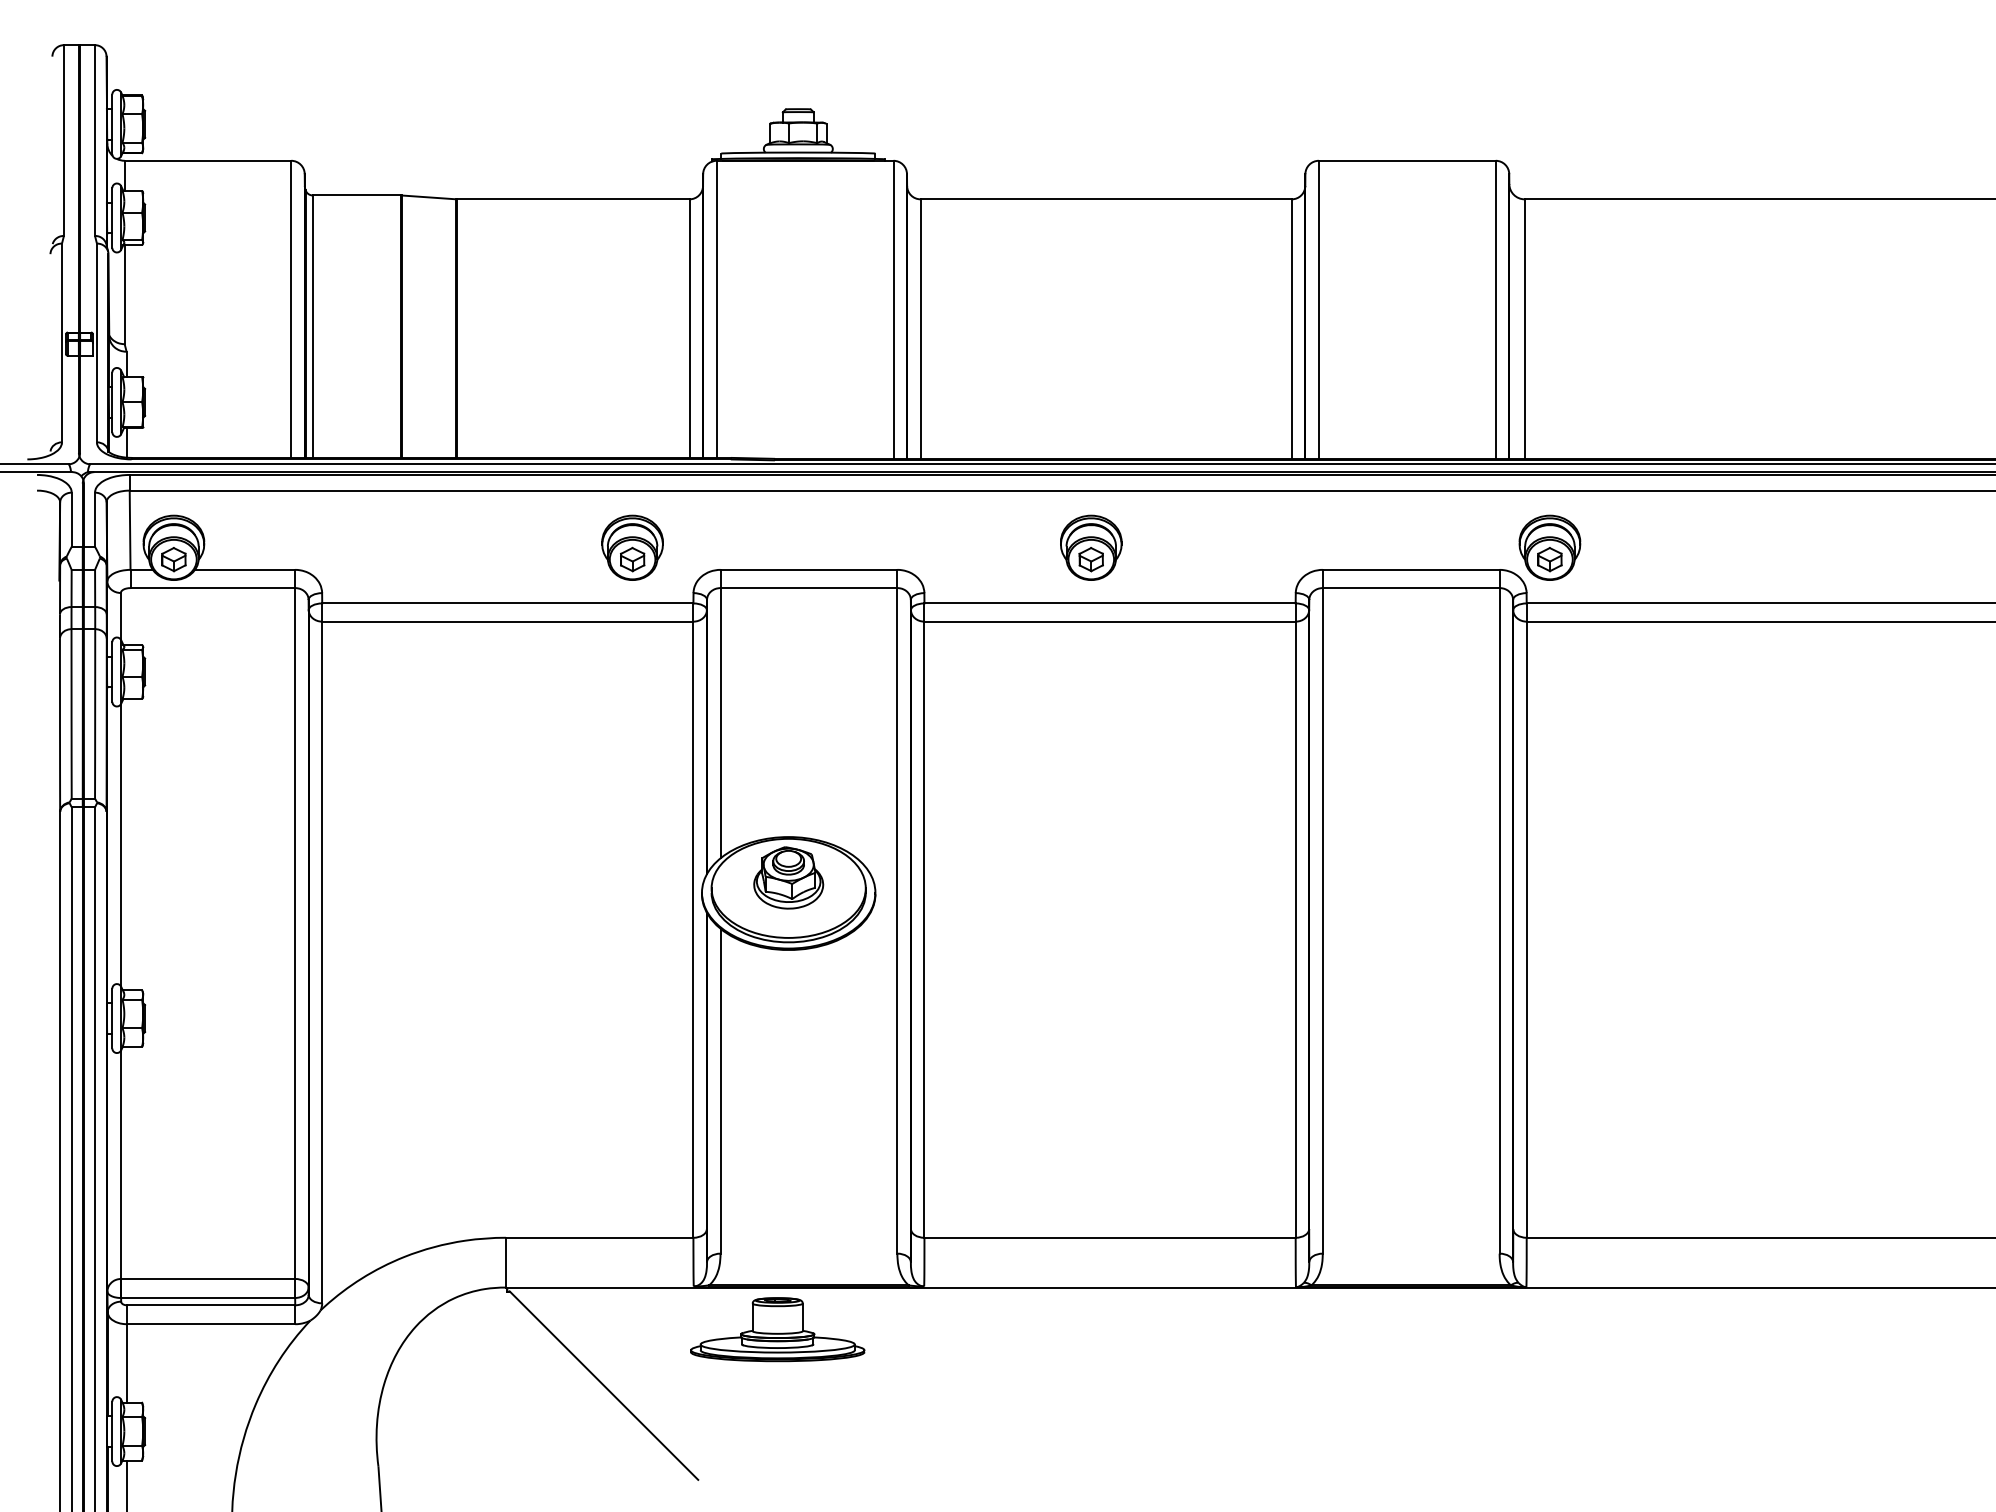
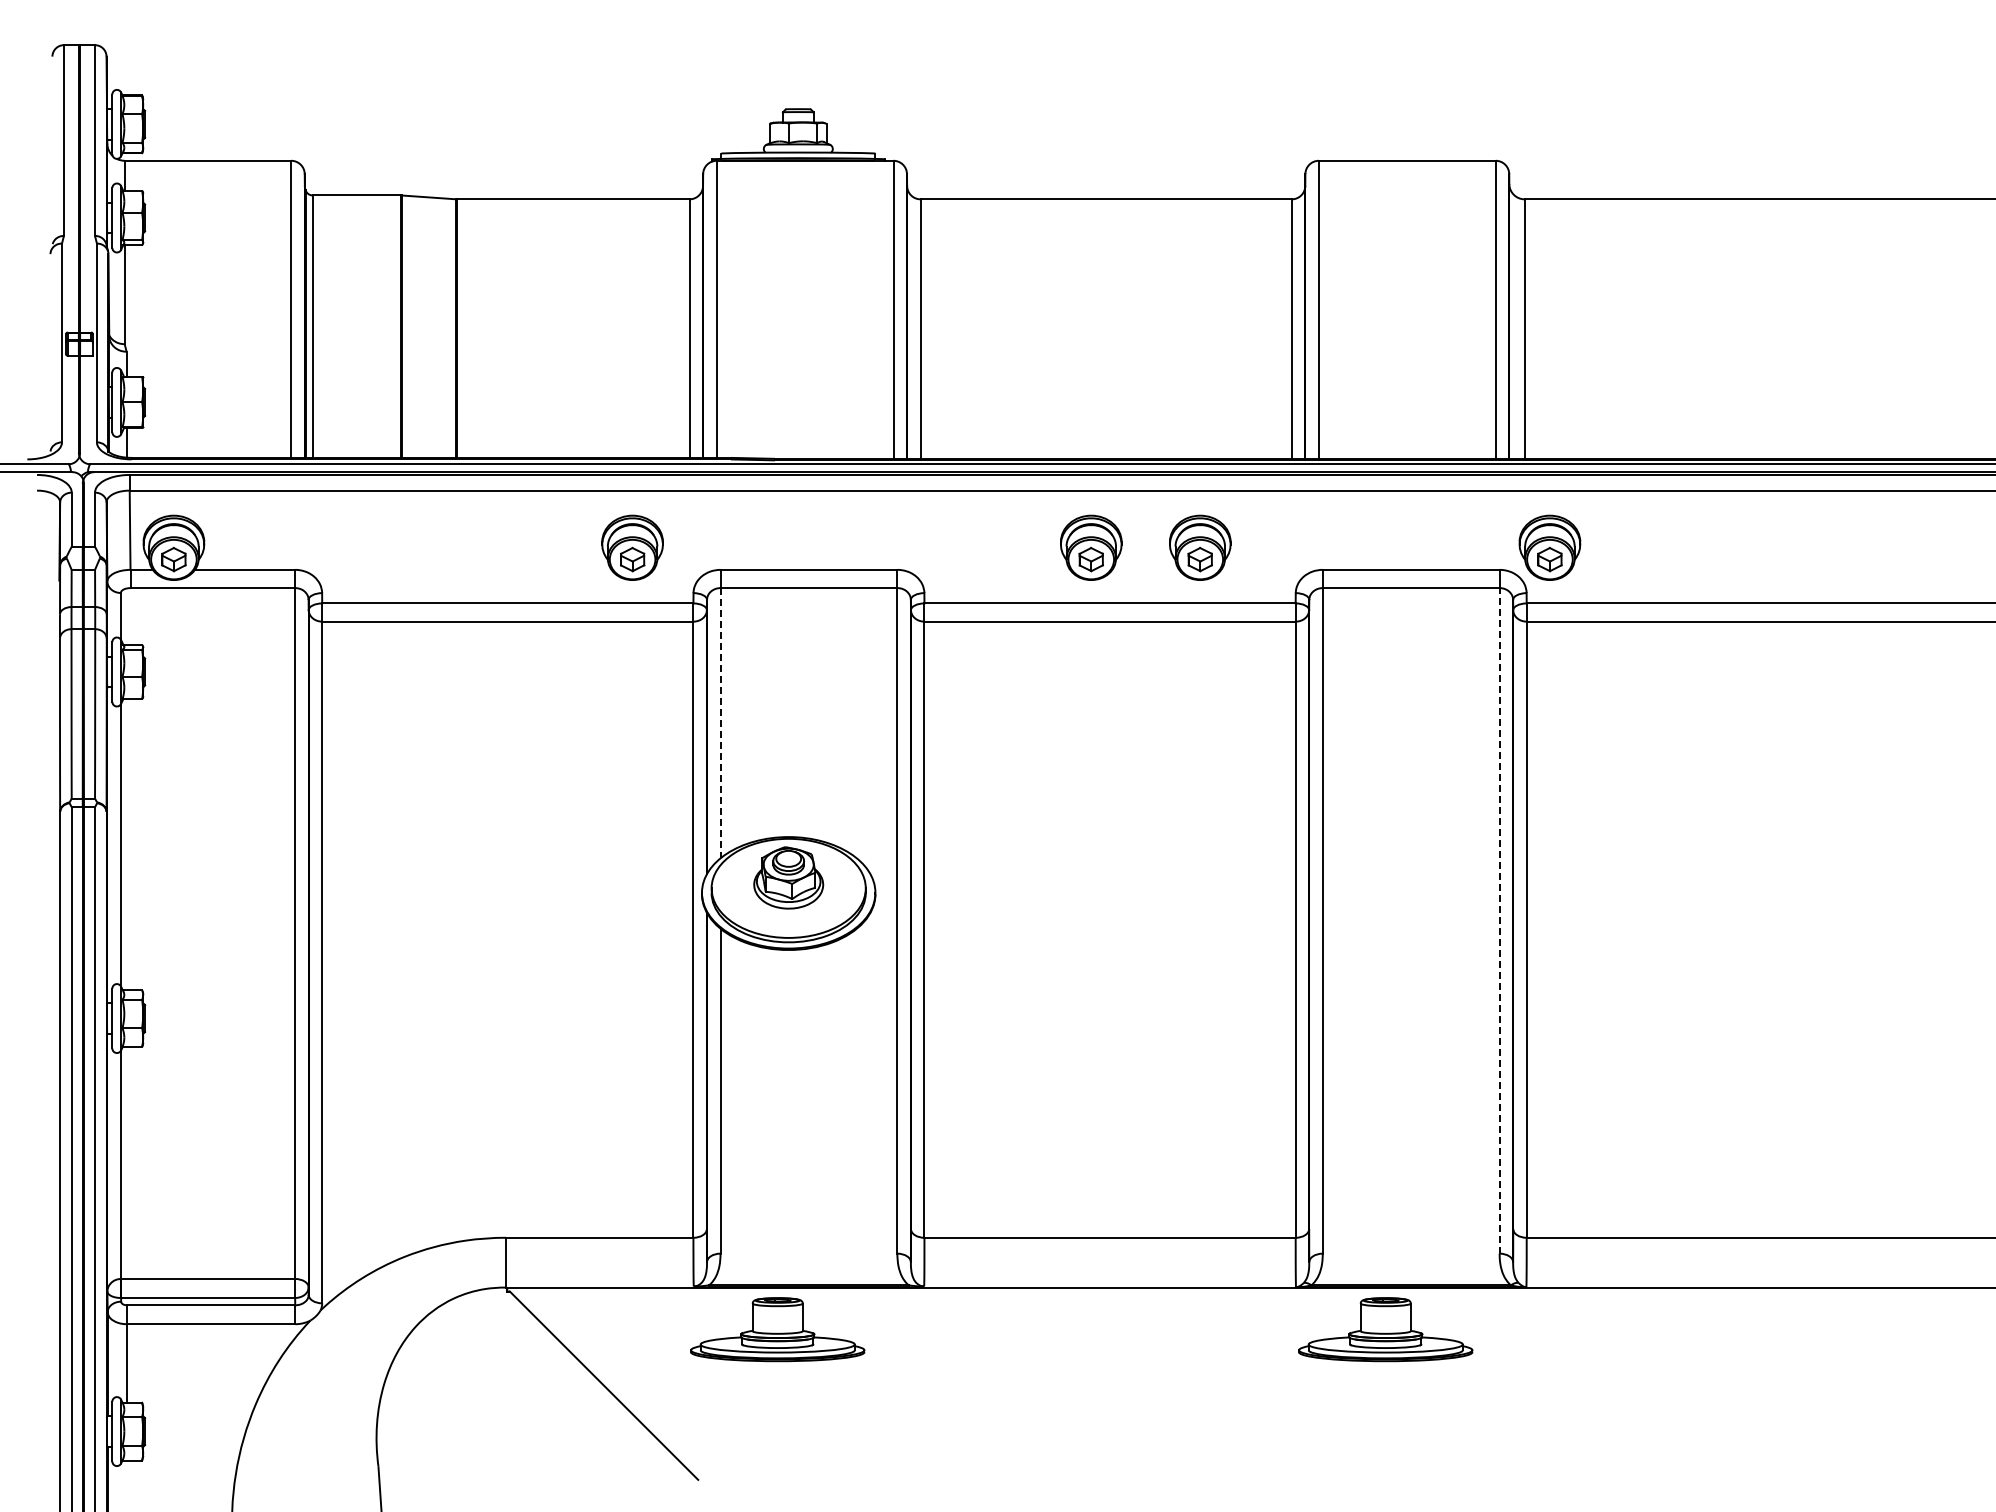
part at (1200, 547): none -> present
line at (720, 723): solid -> dashed
line at (1499, 920): solid -> dashed
part at (1385, 1329): none -> present
line at (126, 1484): present -> none
